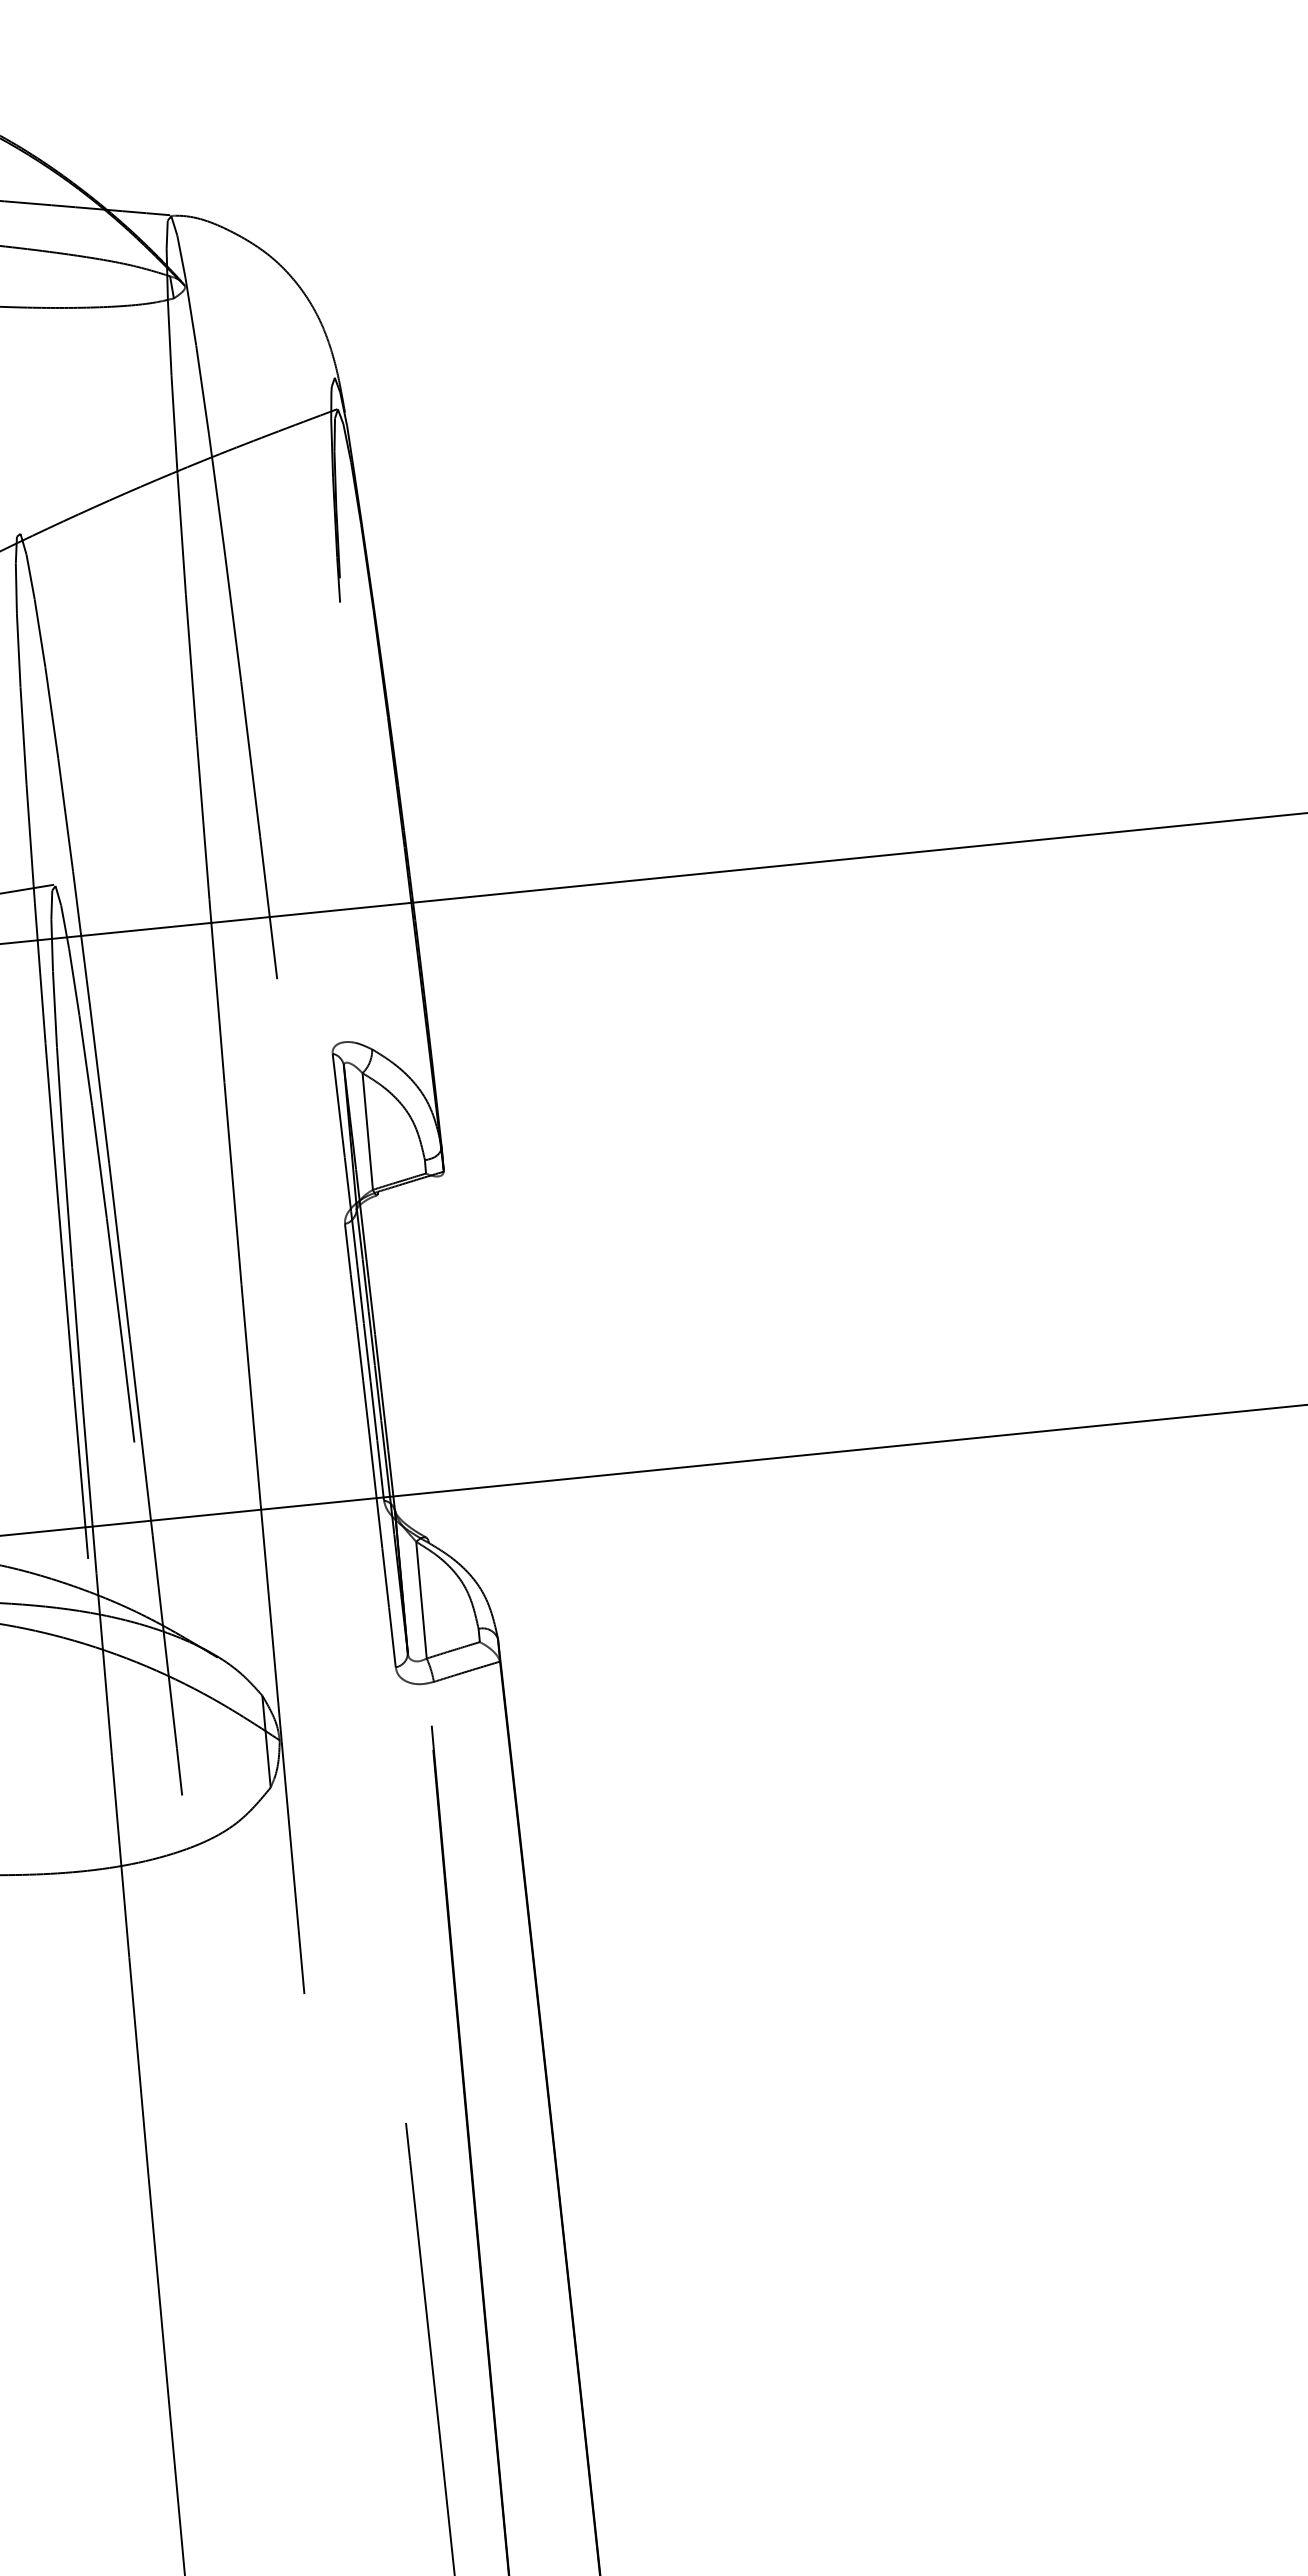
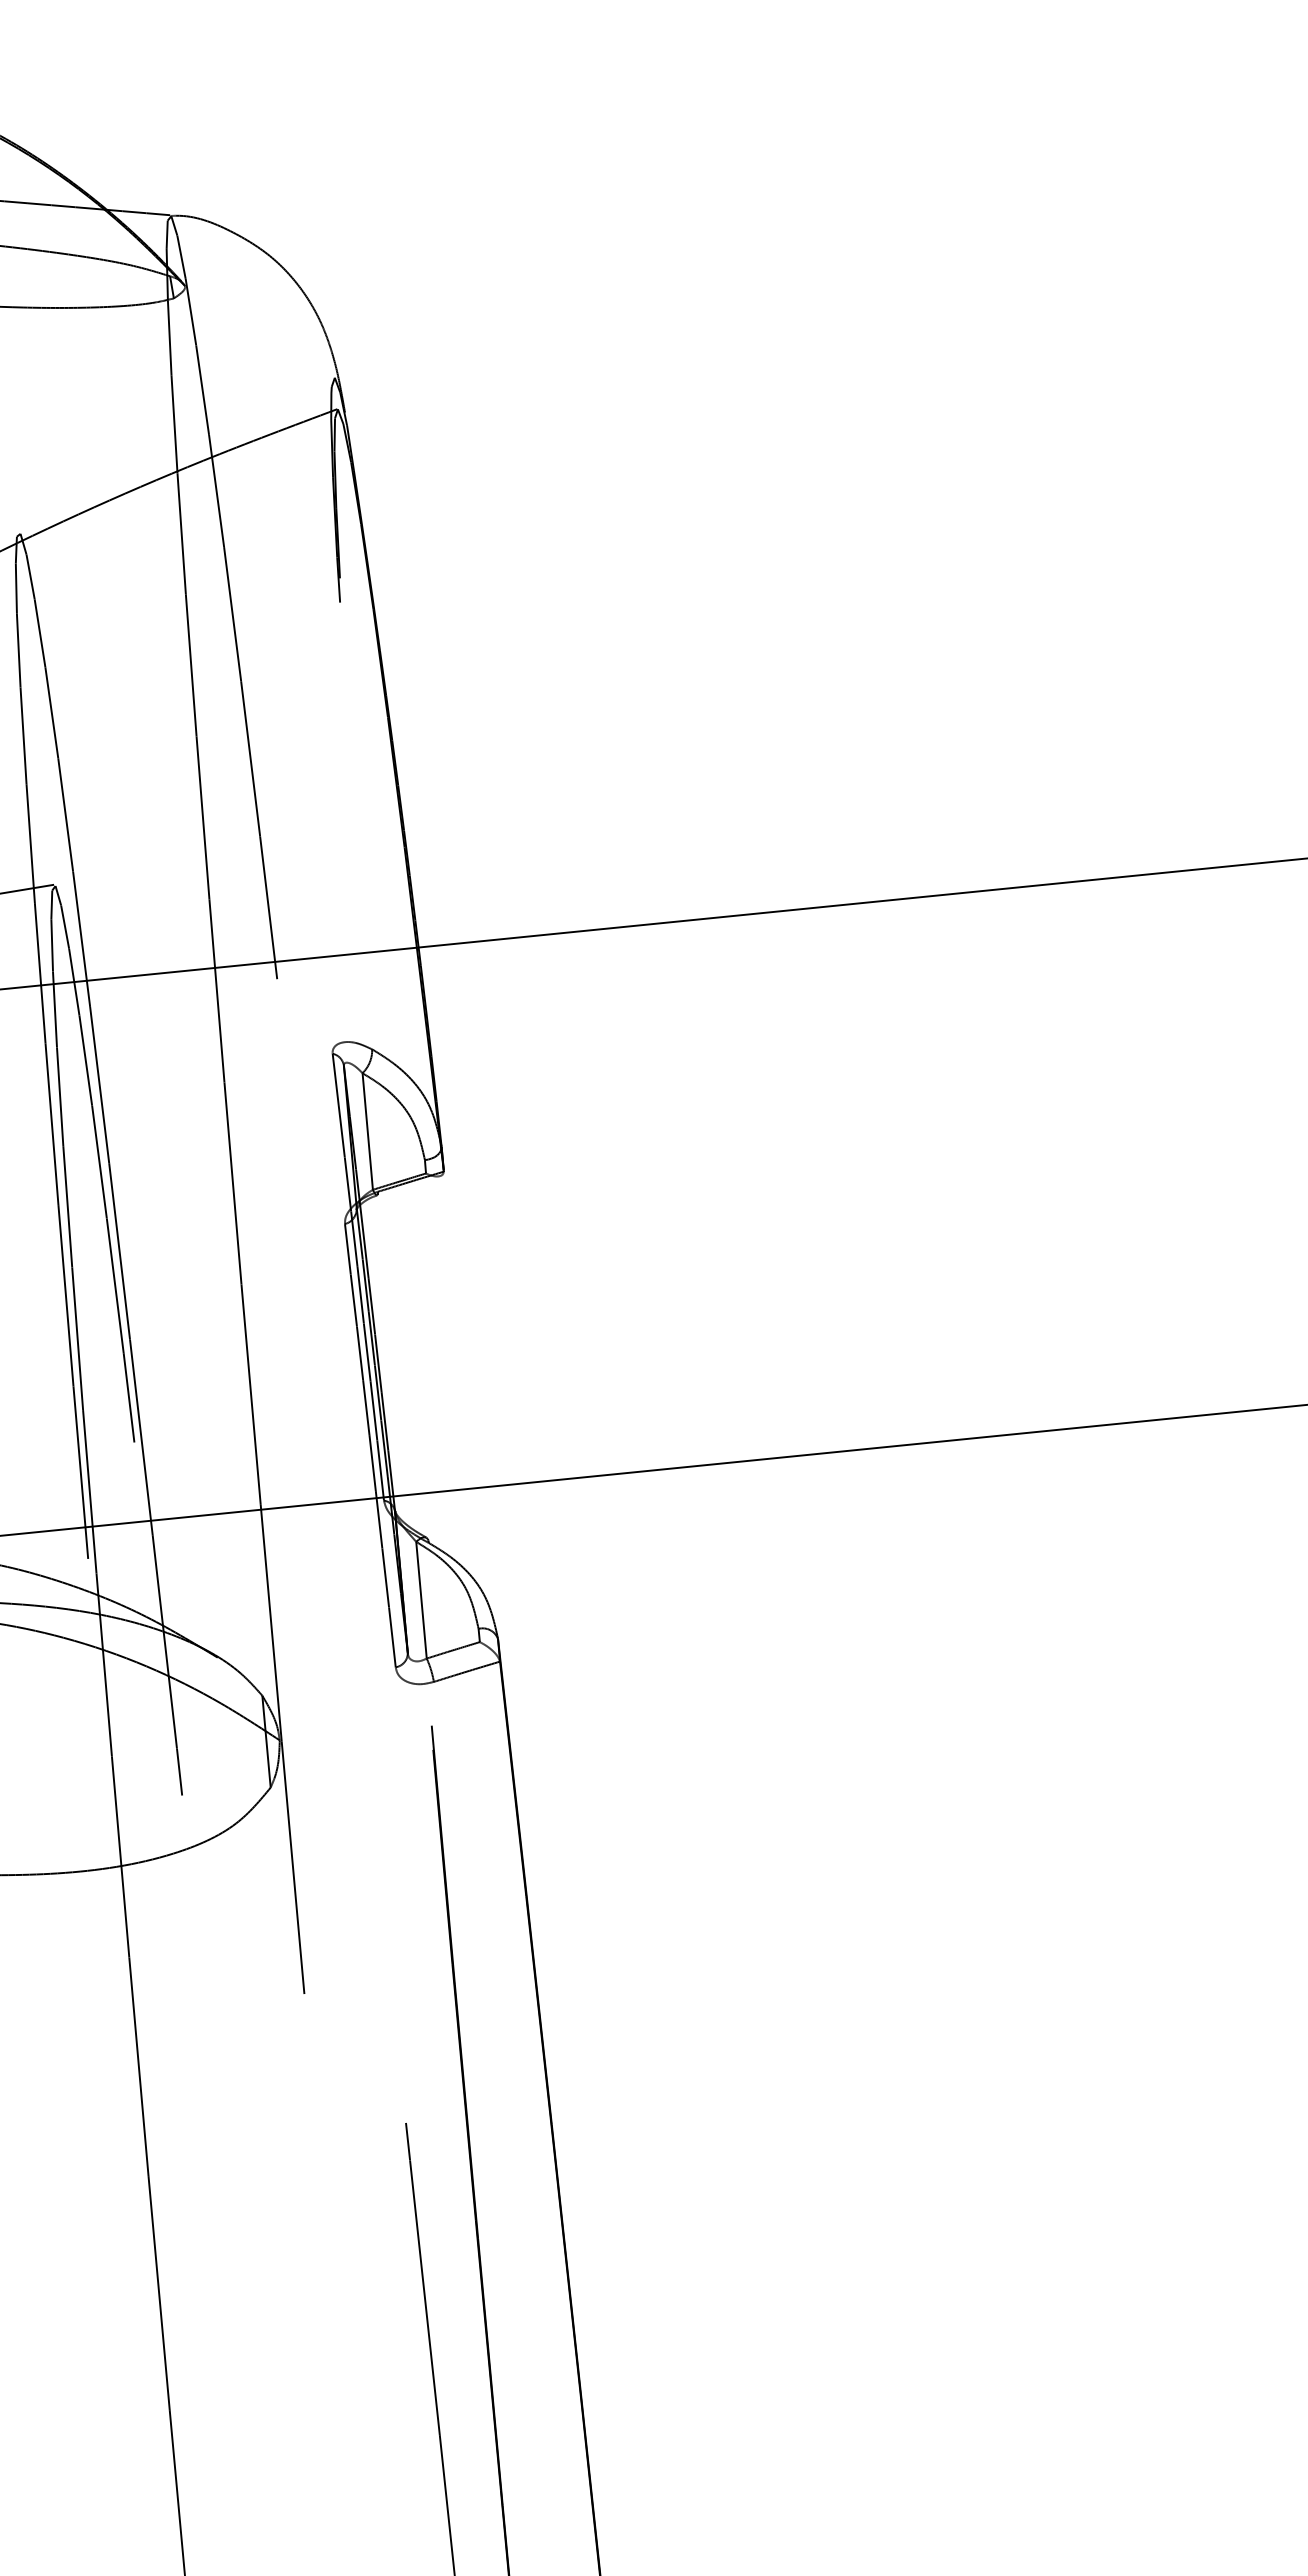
line at (653, 878) position: (653, 878) -> (653, 923)
